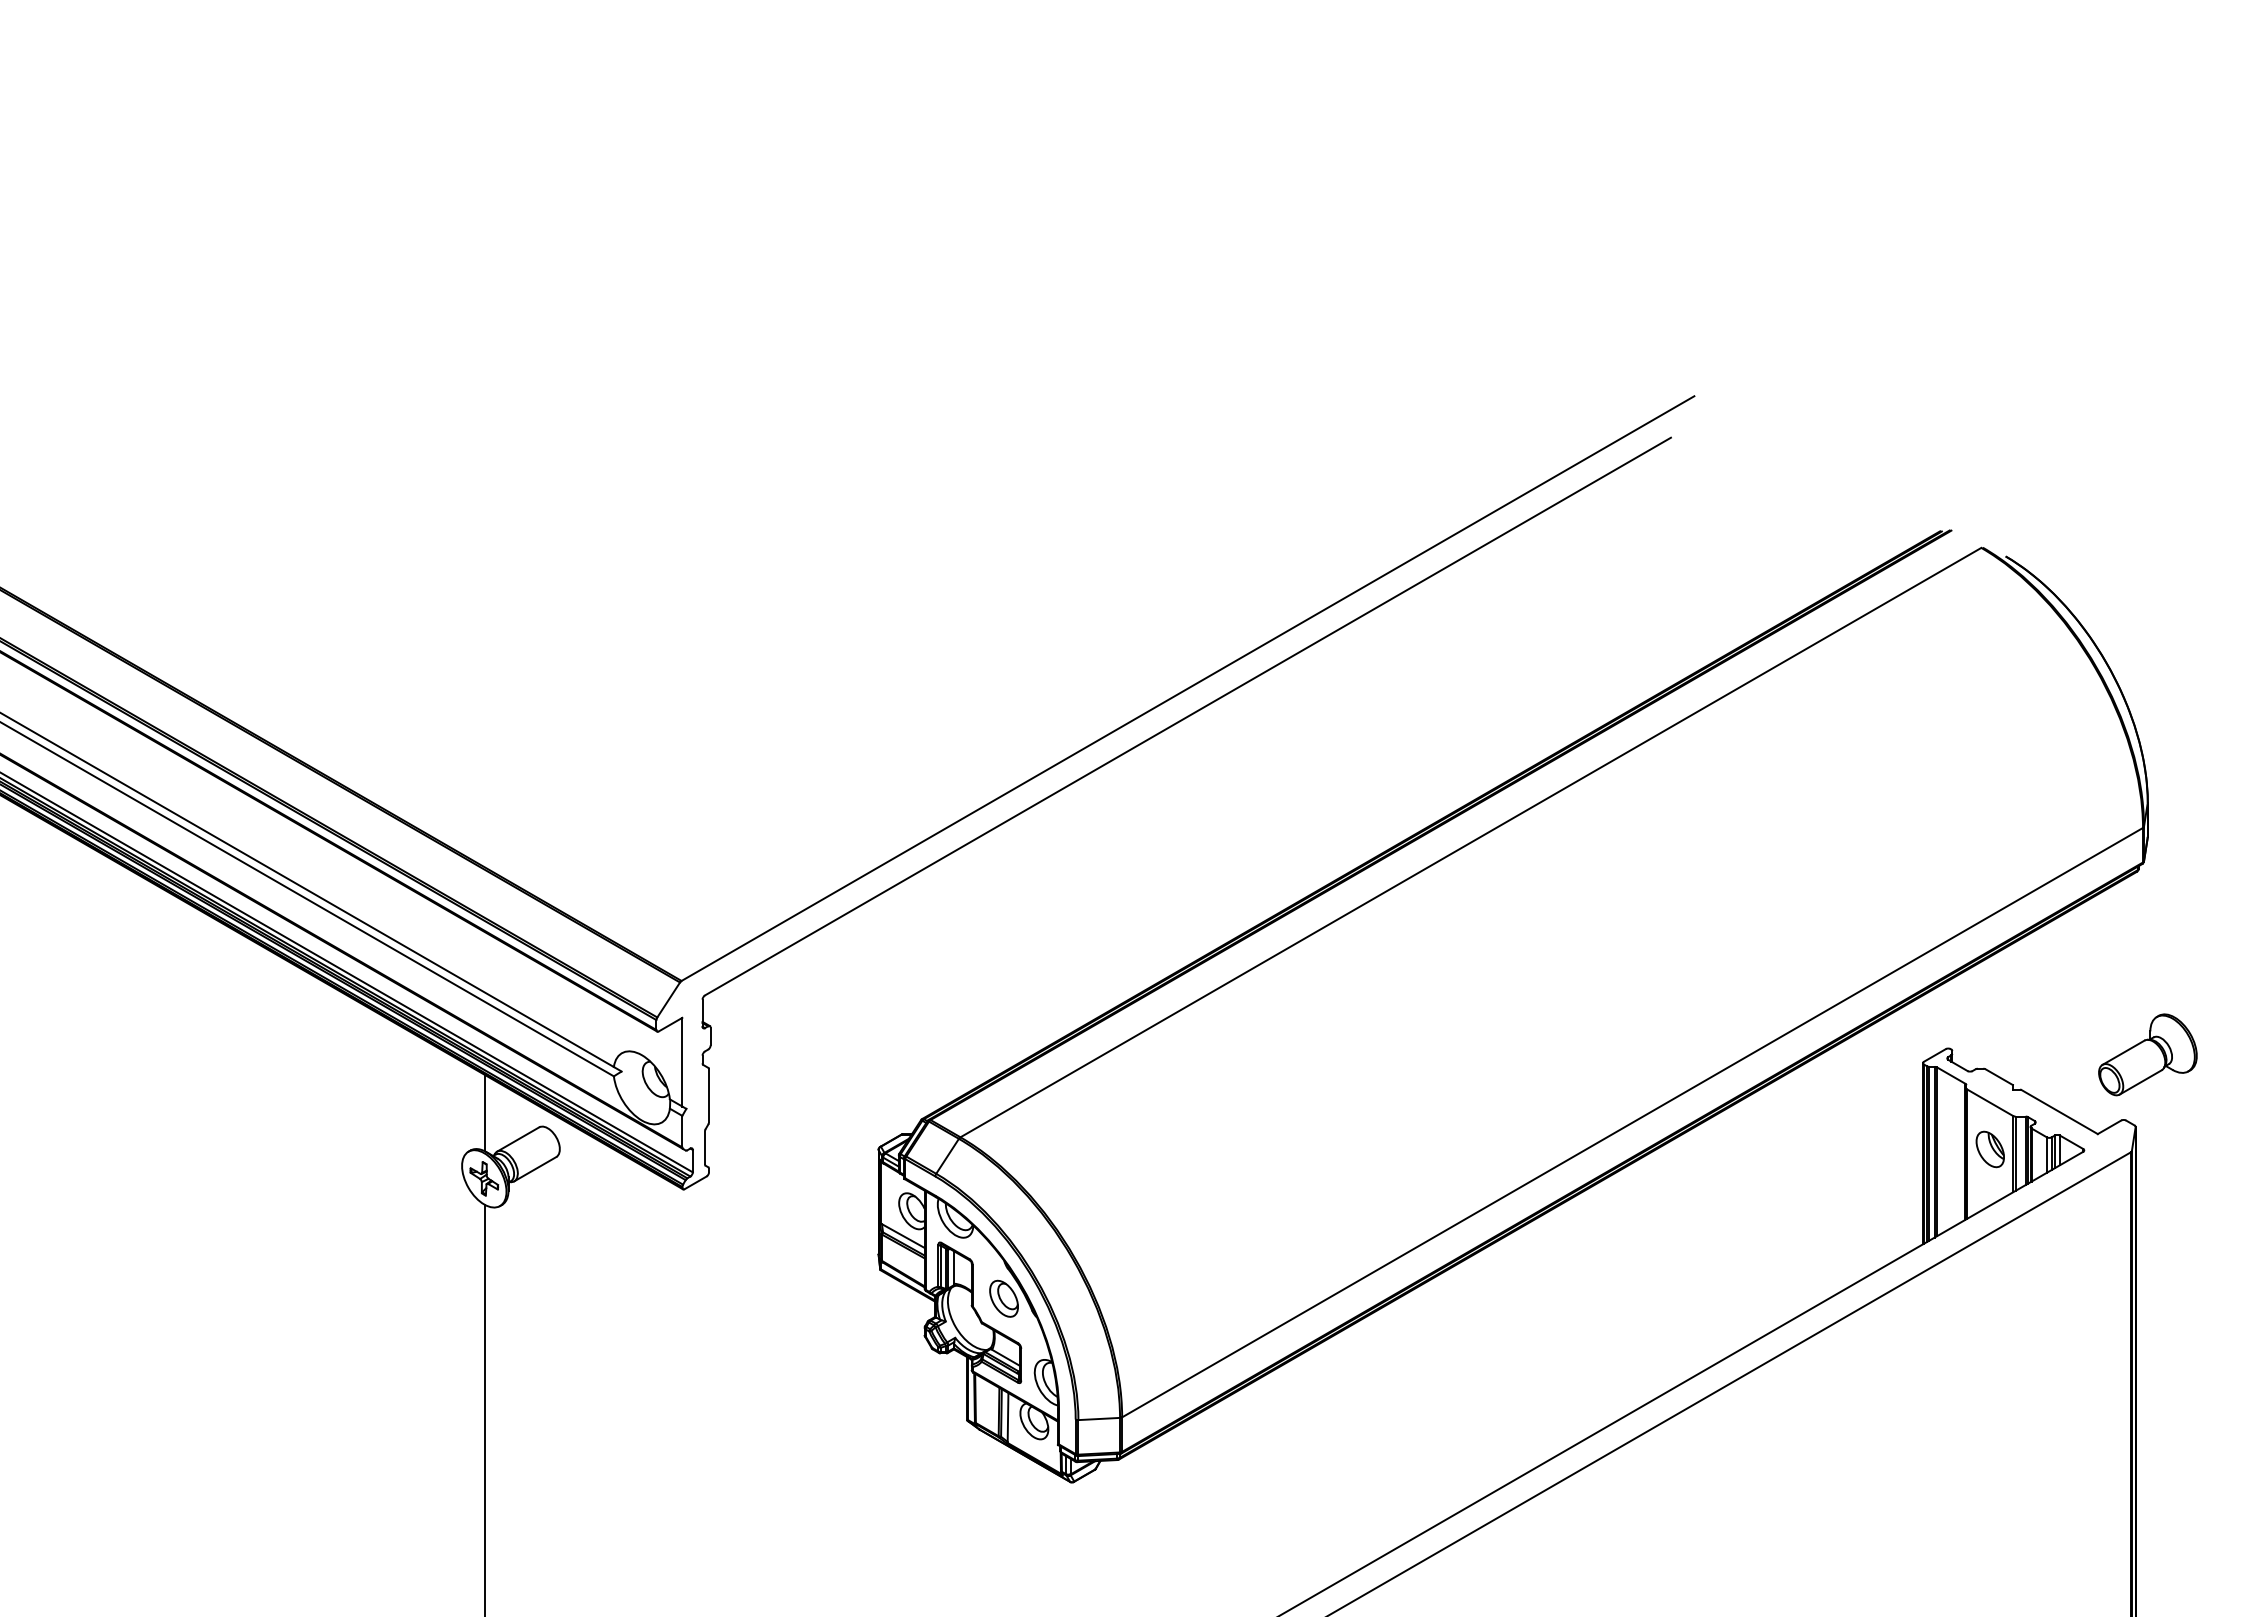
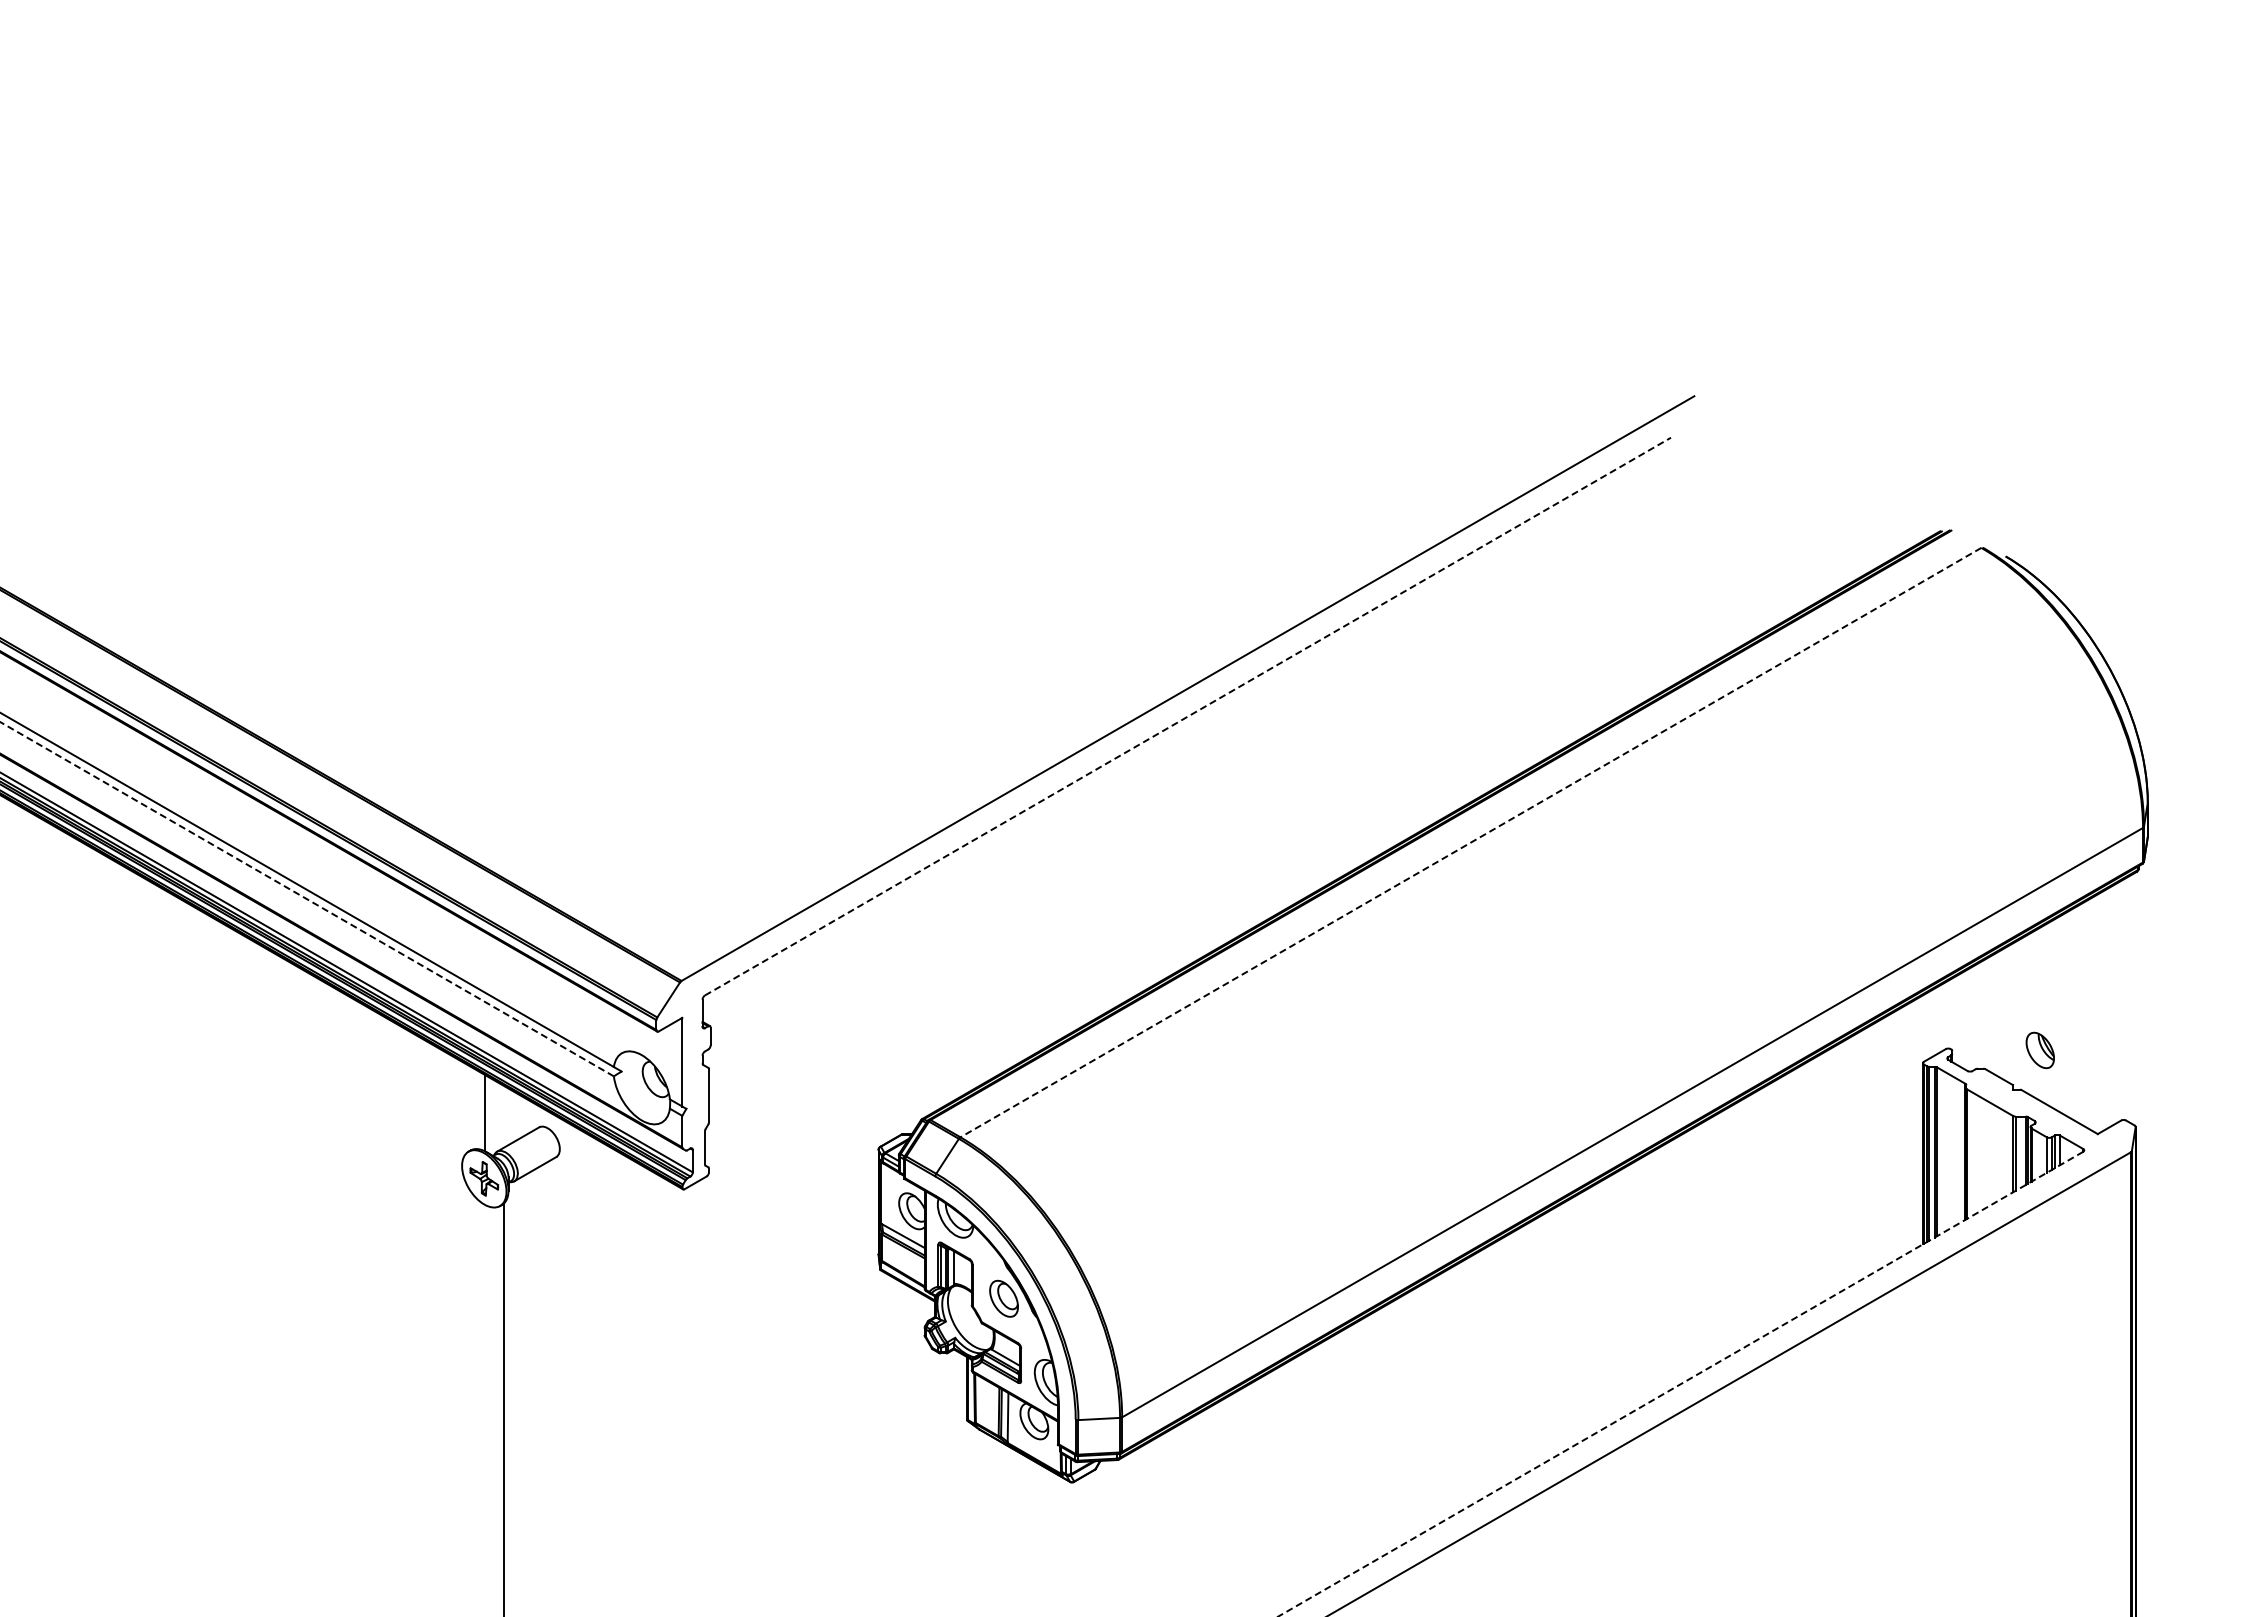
line at (1187, 716): solid -> dashed
line at (1470, 842): solid -> dashed
line at (307, 899): solid -> dashed
part at (2147, 1054): present -> none
part at (1989, 1149) position: (1989, 1149) -> (2039, 1050)
line at (1680, 1384): solid -> dashed
line at (485, 1408) position: (485, 1408) -> (504, 1408)
